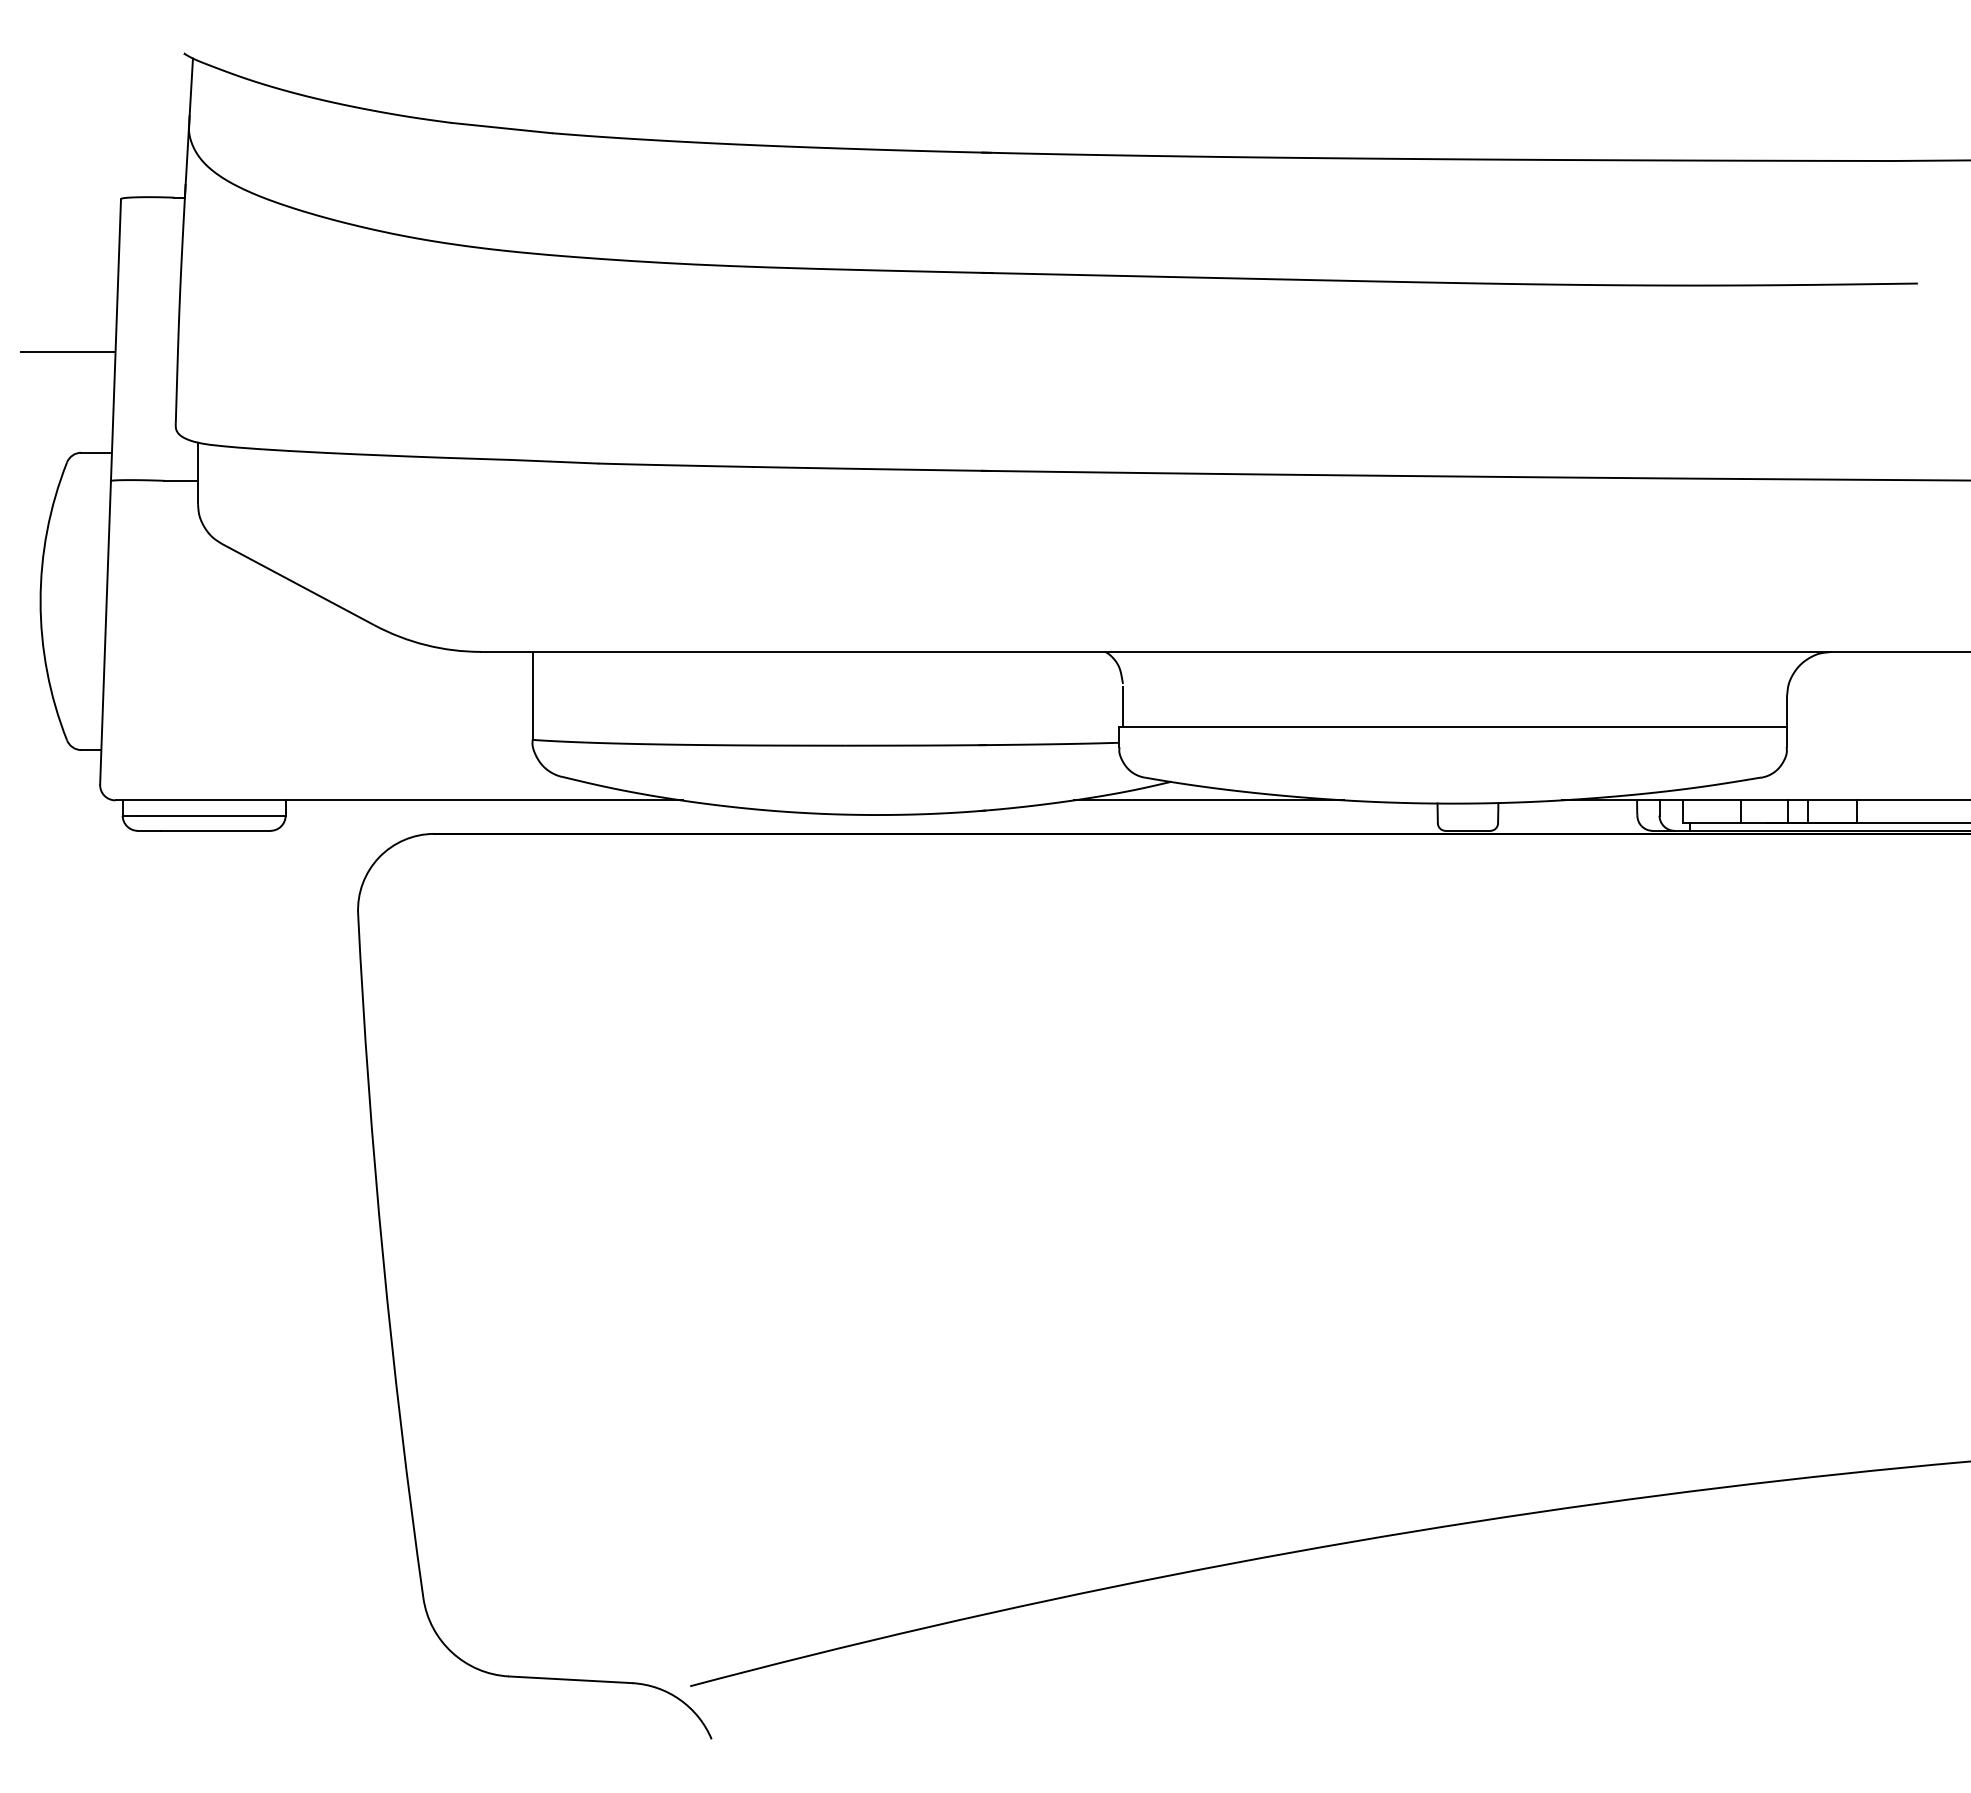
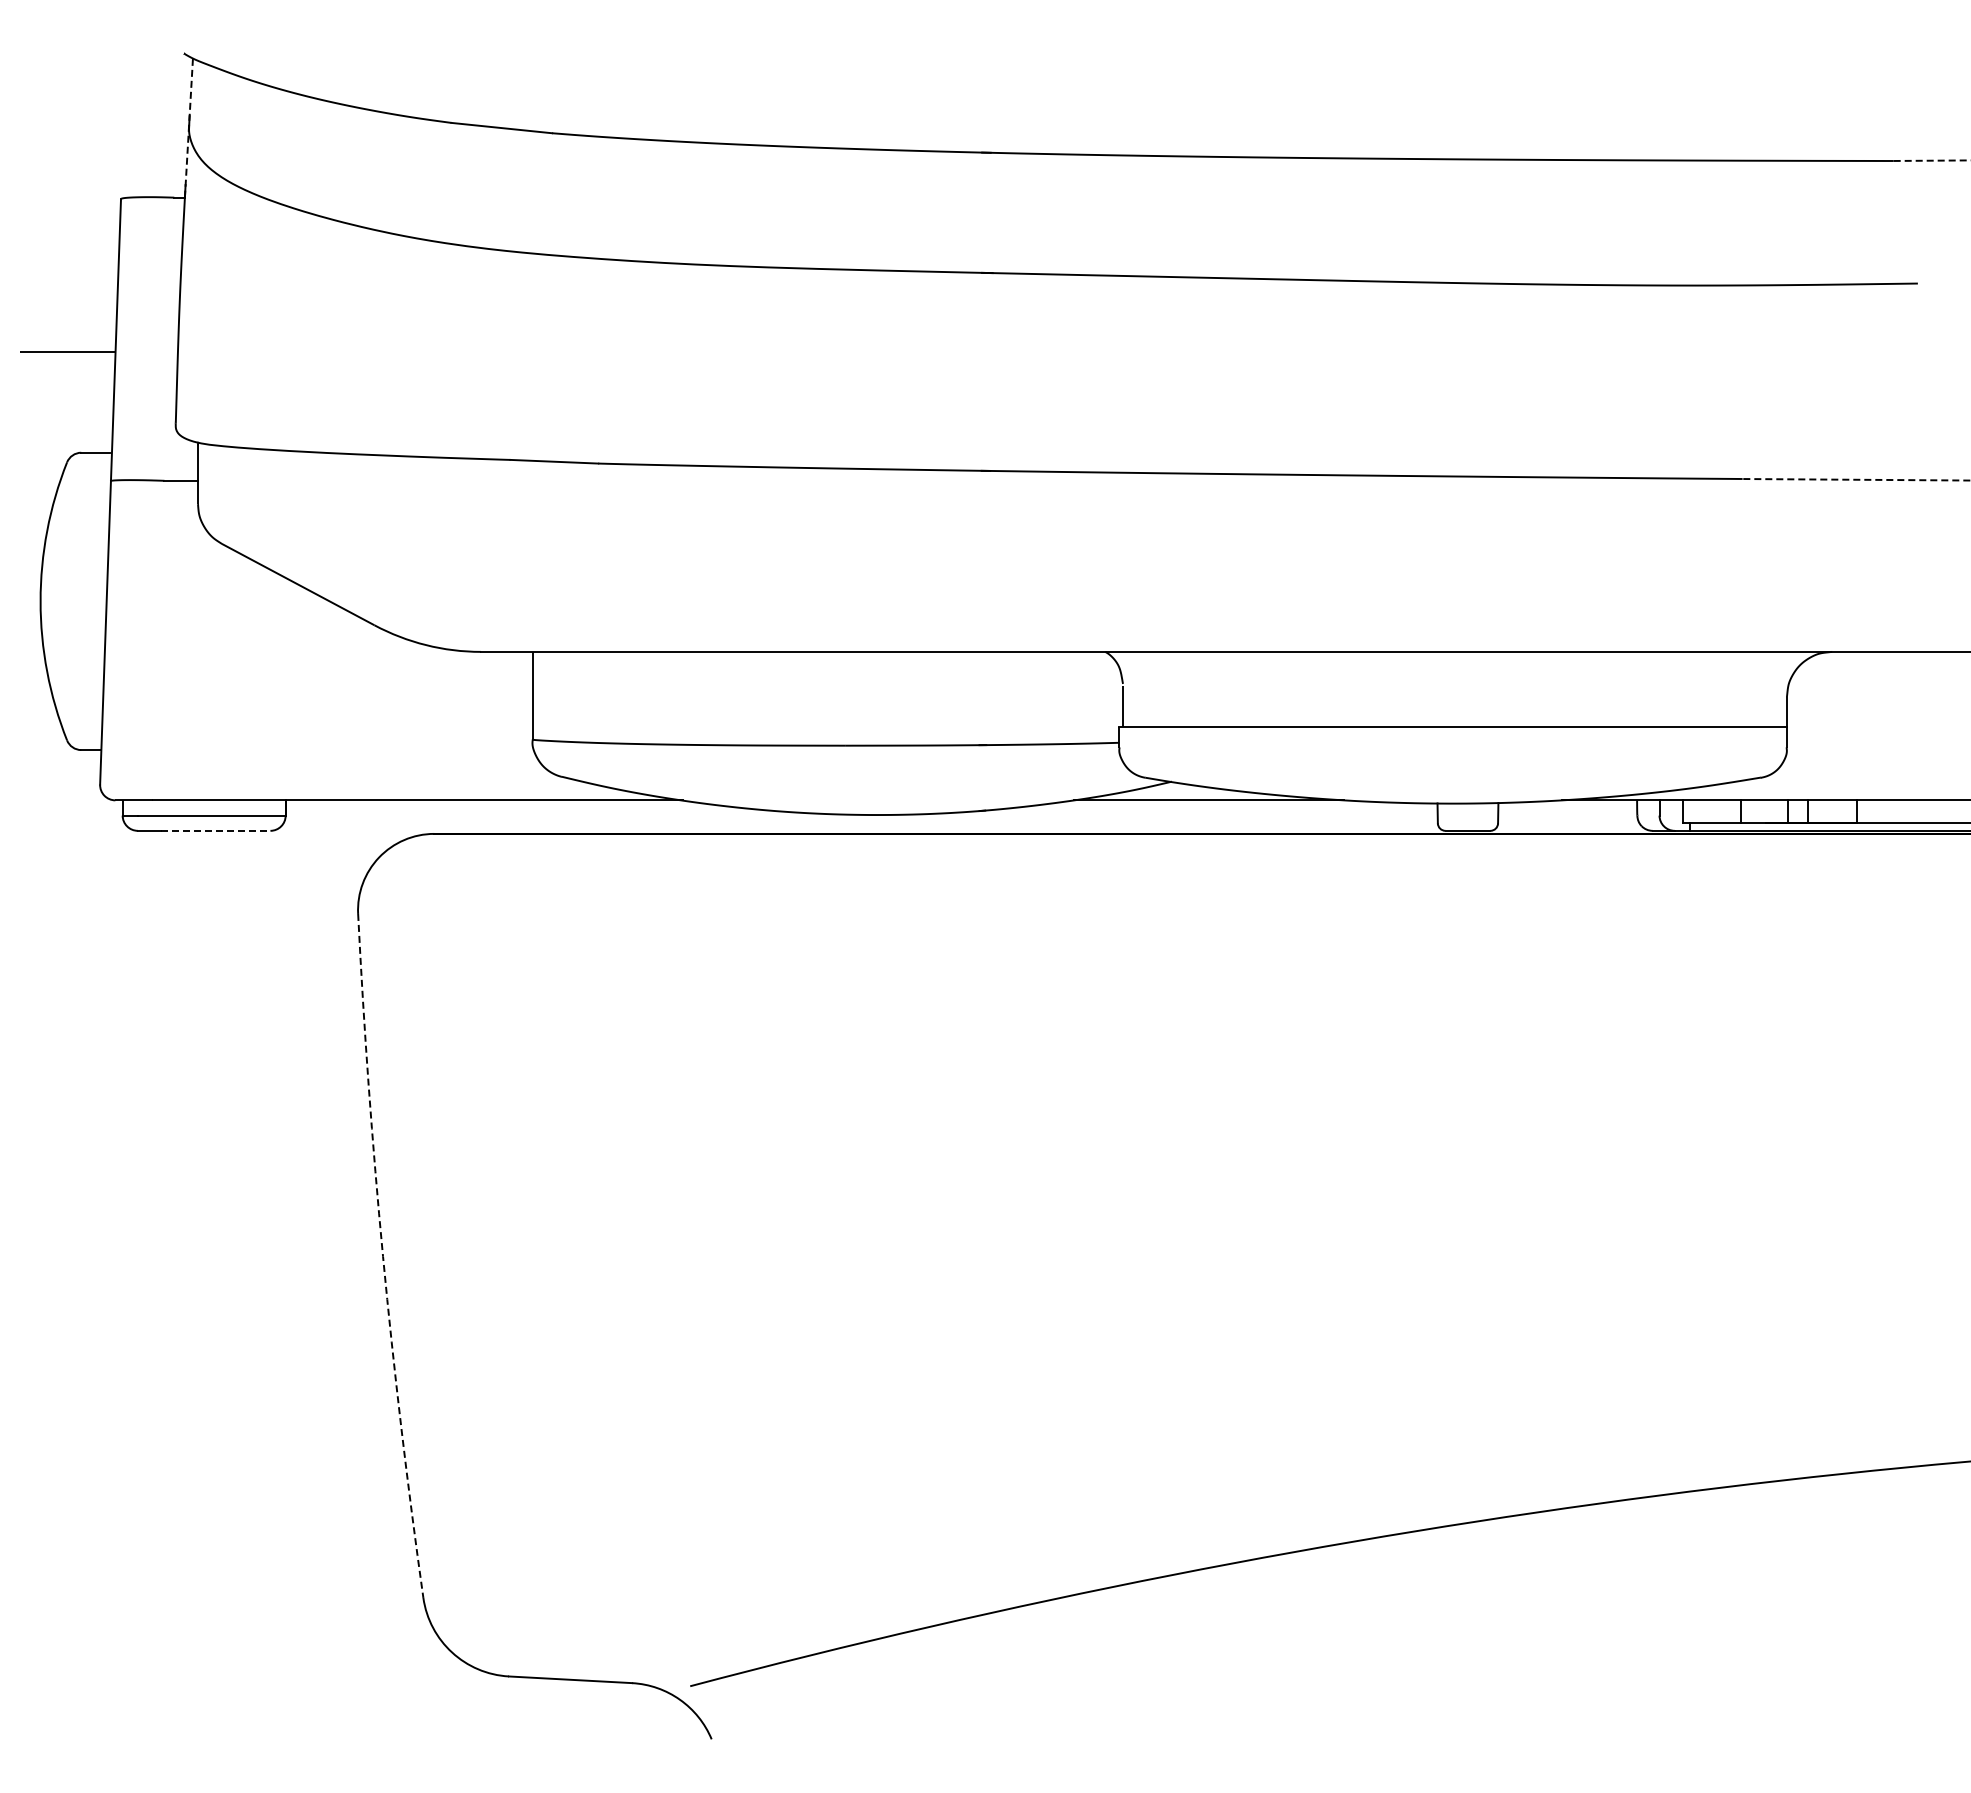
line at (188, 128): solid -> dashed
line at (1932, 160): solid -> dashed
line at (1856, 479): solid -> dashed
line at (215, 830): solid -> dashed
arc at (383, 1256): solid -> dashed
